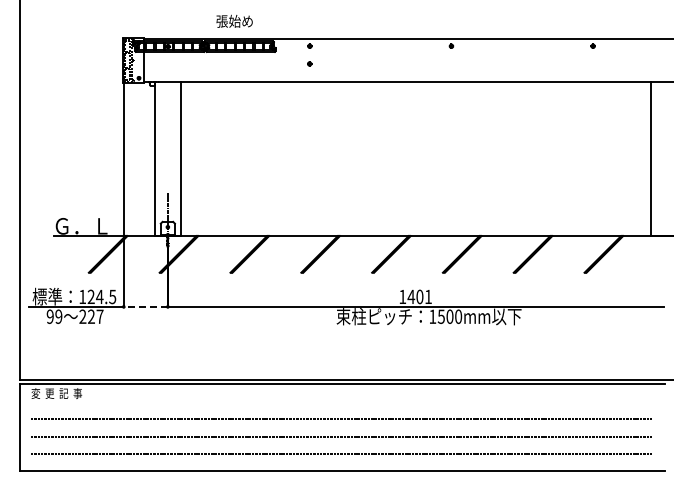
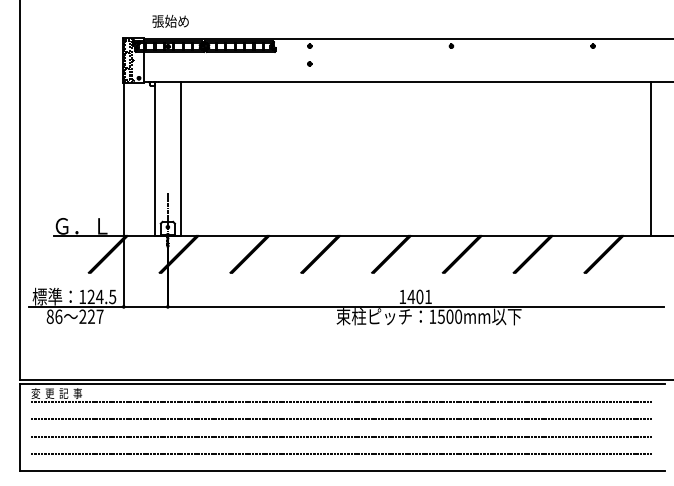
text at (234, 20) position: (234, 20) -> (170, 20)
line at (145, 306): dashed -> solid
text at (54, 316): 99 -> 86
line at (341, 401): none -> present
